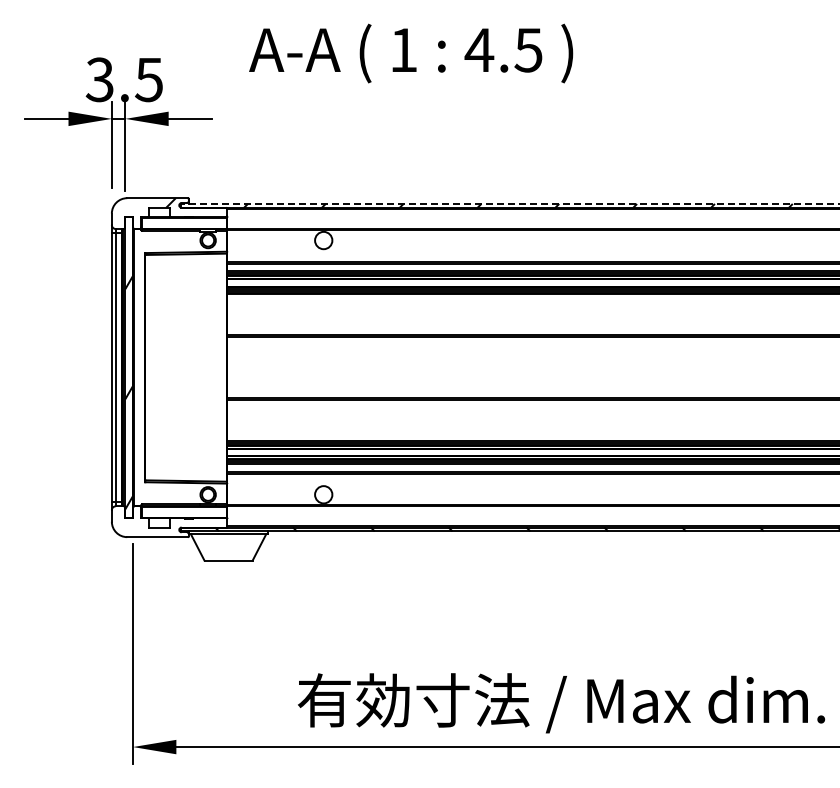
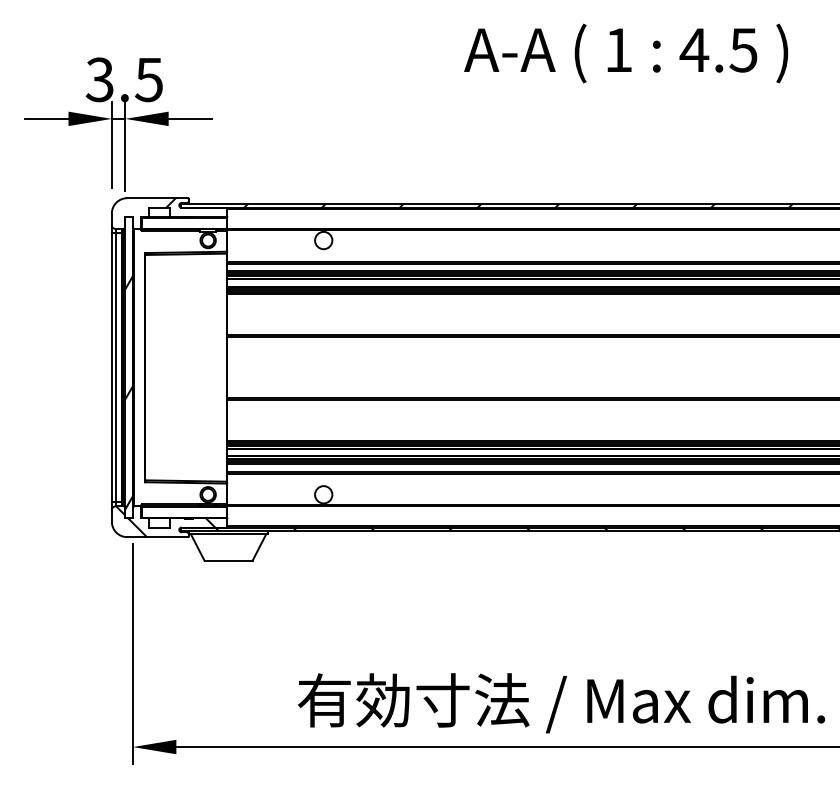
text at (411, 53) position: (411, 53) -> (626, 53)
line at (509, 203): dashed -> solid
hatch at (165, 521): none -> present
